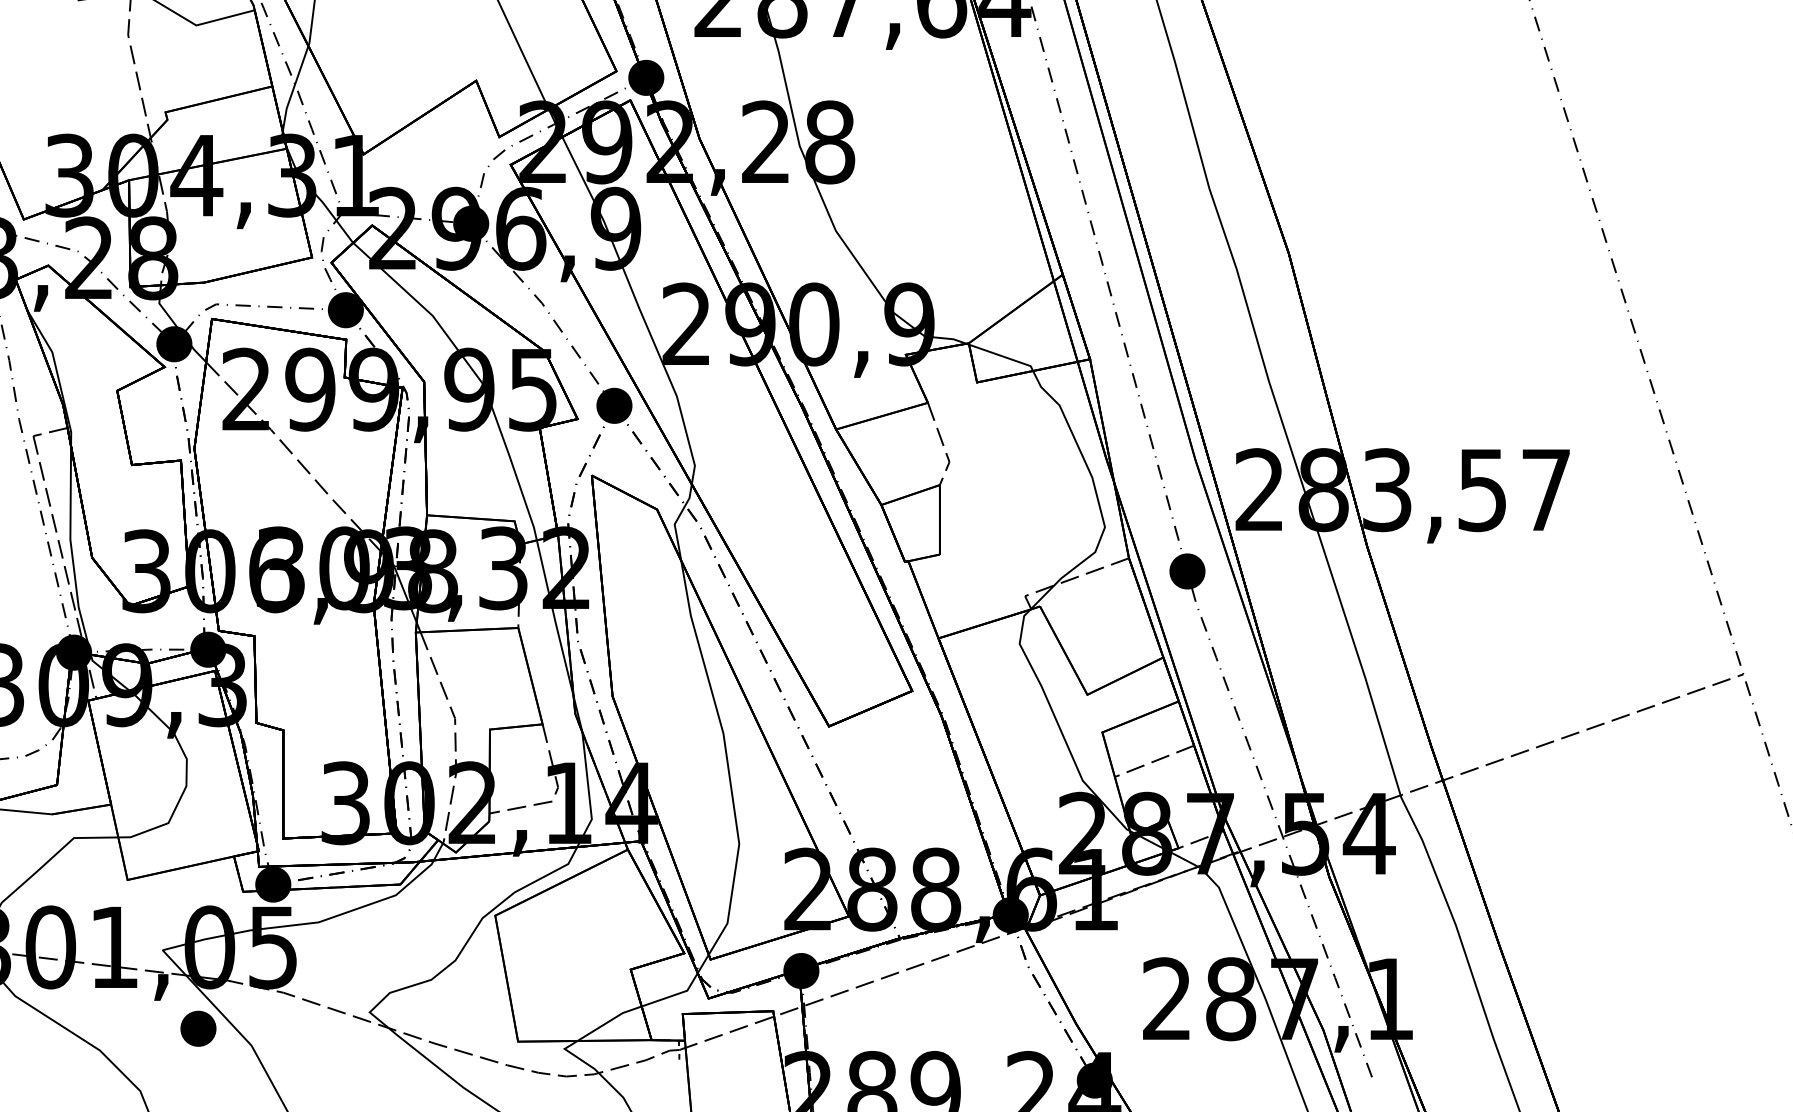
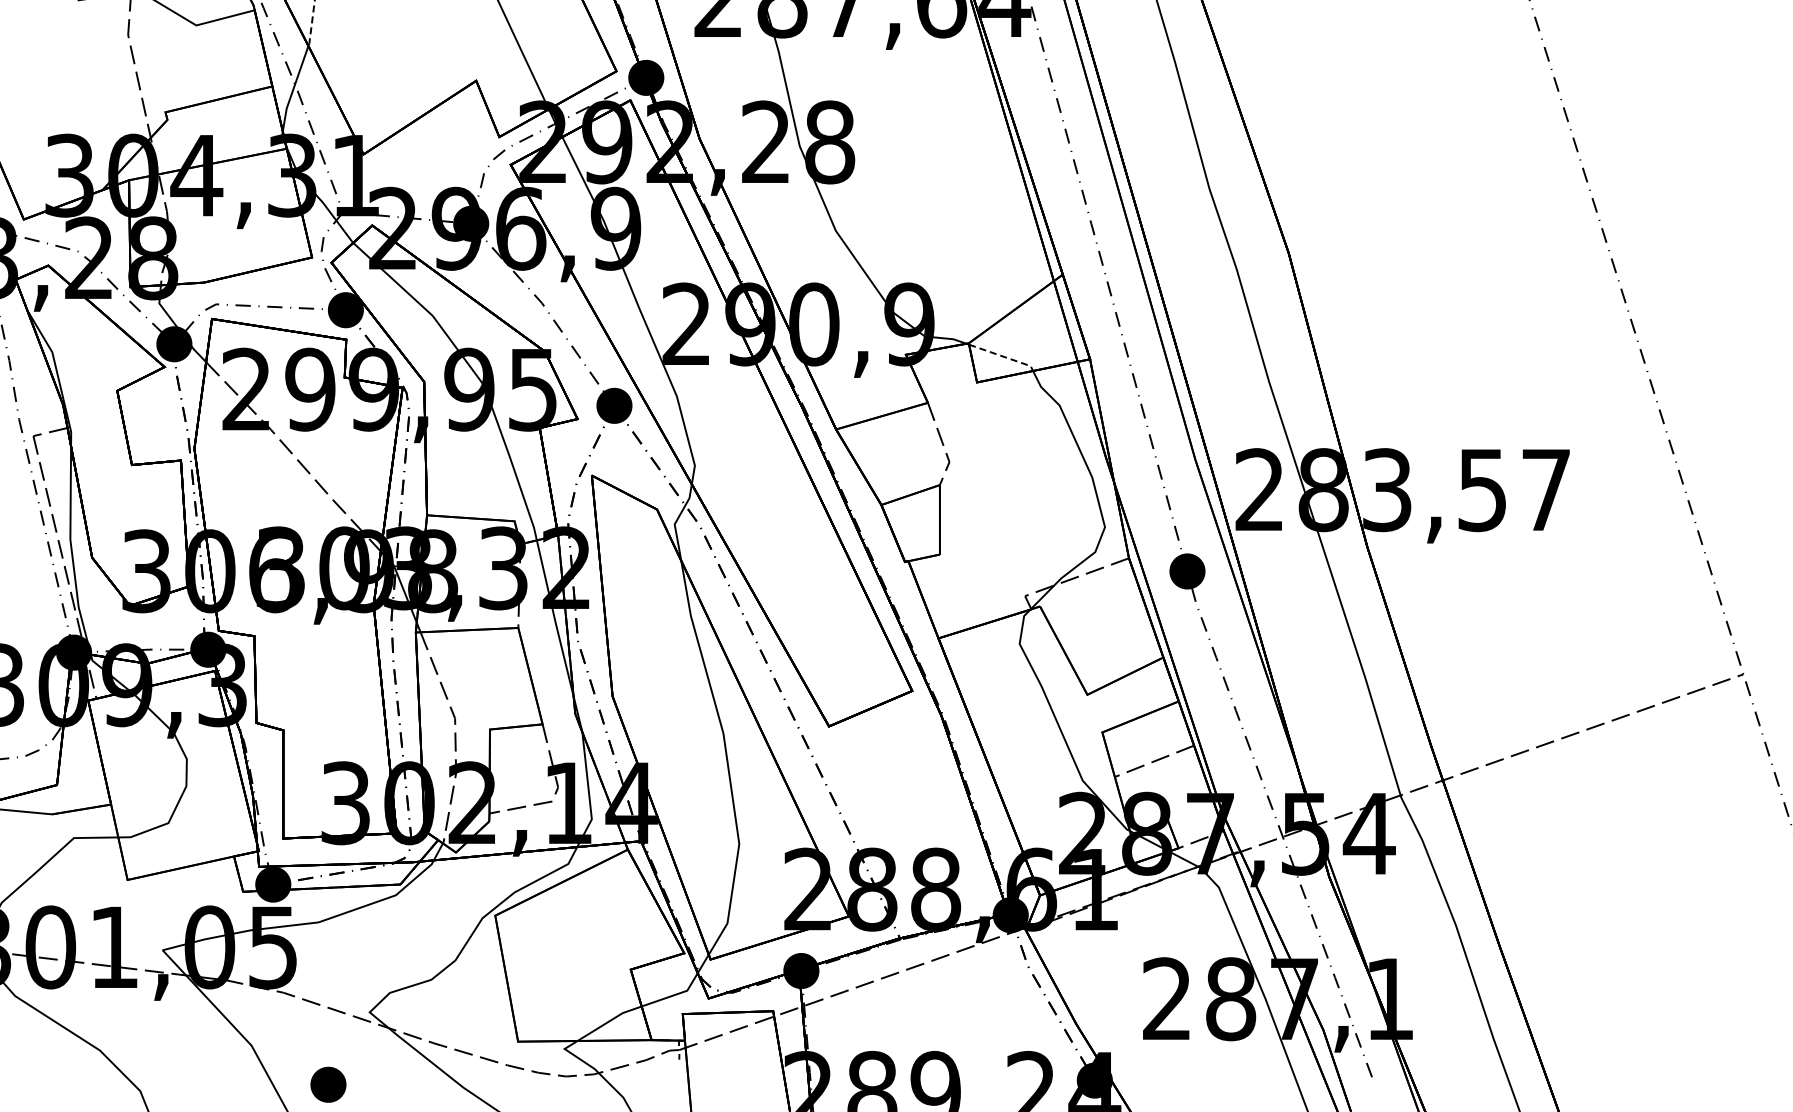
line at (311, 24): solid -> dashed
line at (1003, 356): solid -> dashed
part at (198, 1028) position: (198, 1028) -> (328, 1084)
